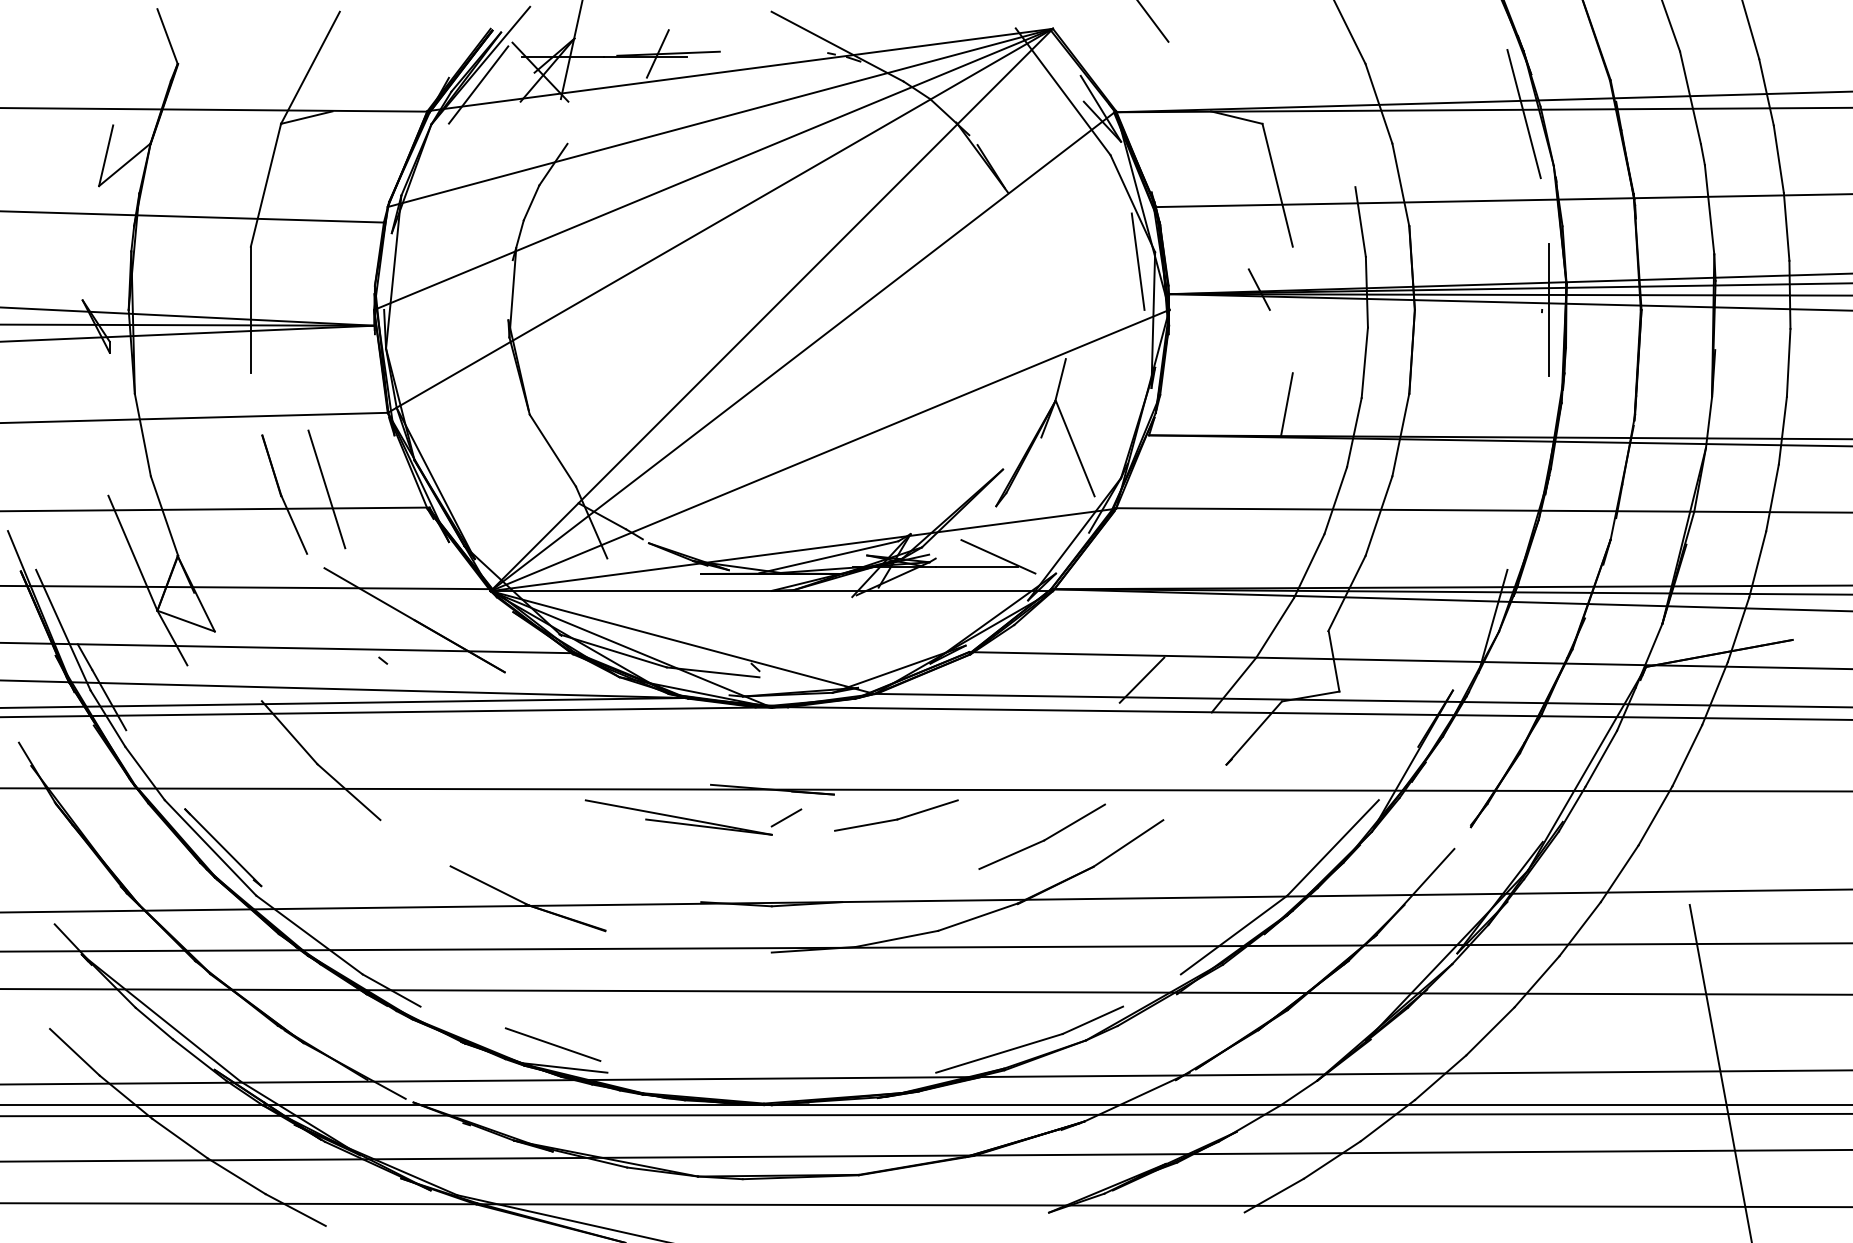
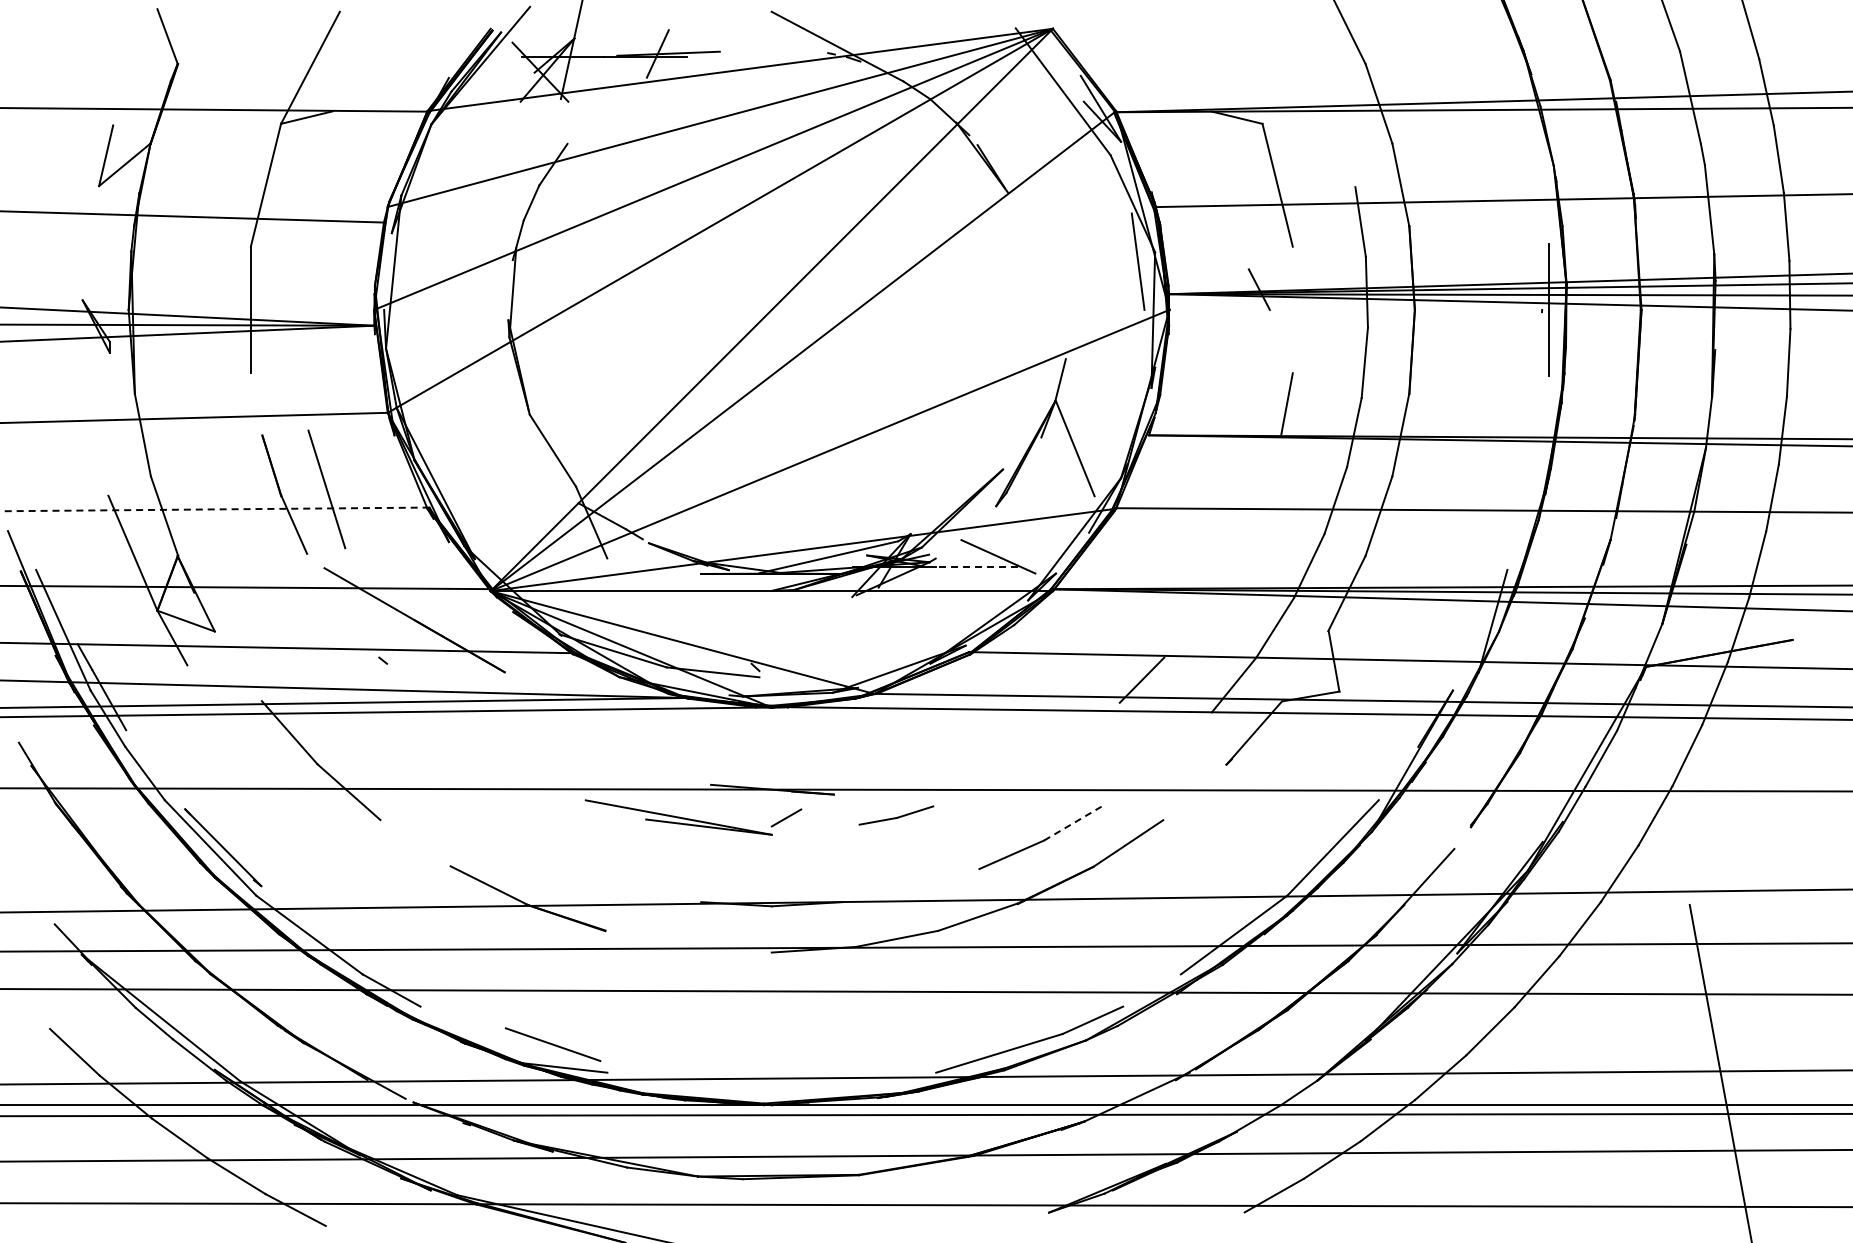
line at (1153, 21): present -> none
line at (478, 84): present -> none
line at (1523, 114): present -> none
line at (214, 509): solid -> dashed
line at (977, 567): solid -> dashed
part at (896, 815) size: 125x33 px -> 77x21 px
line at (1075, 822): solid -> dashed
